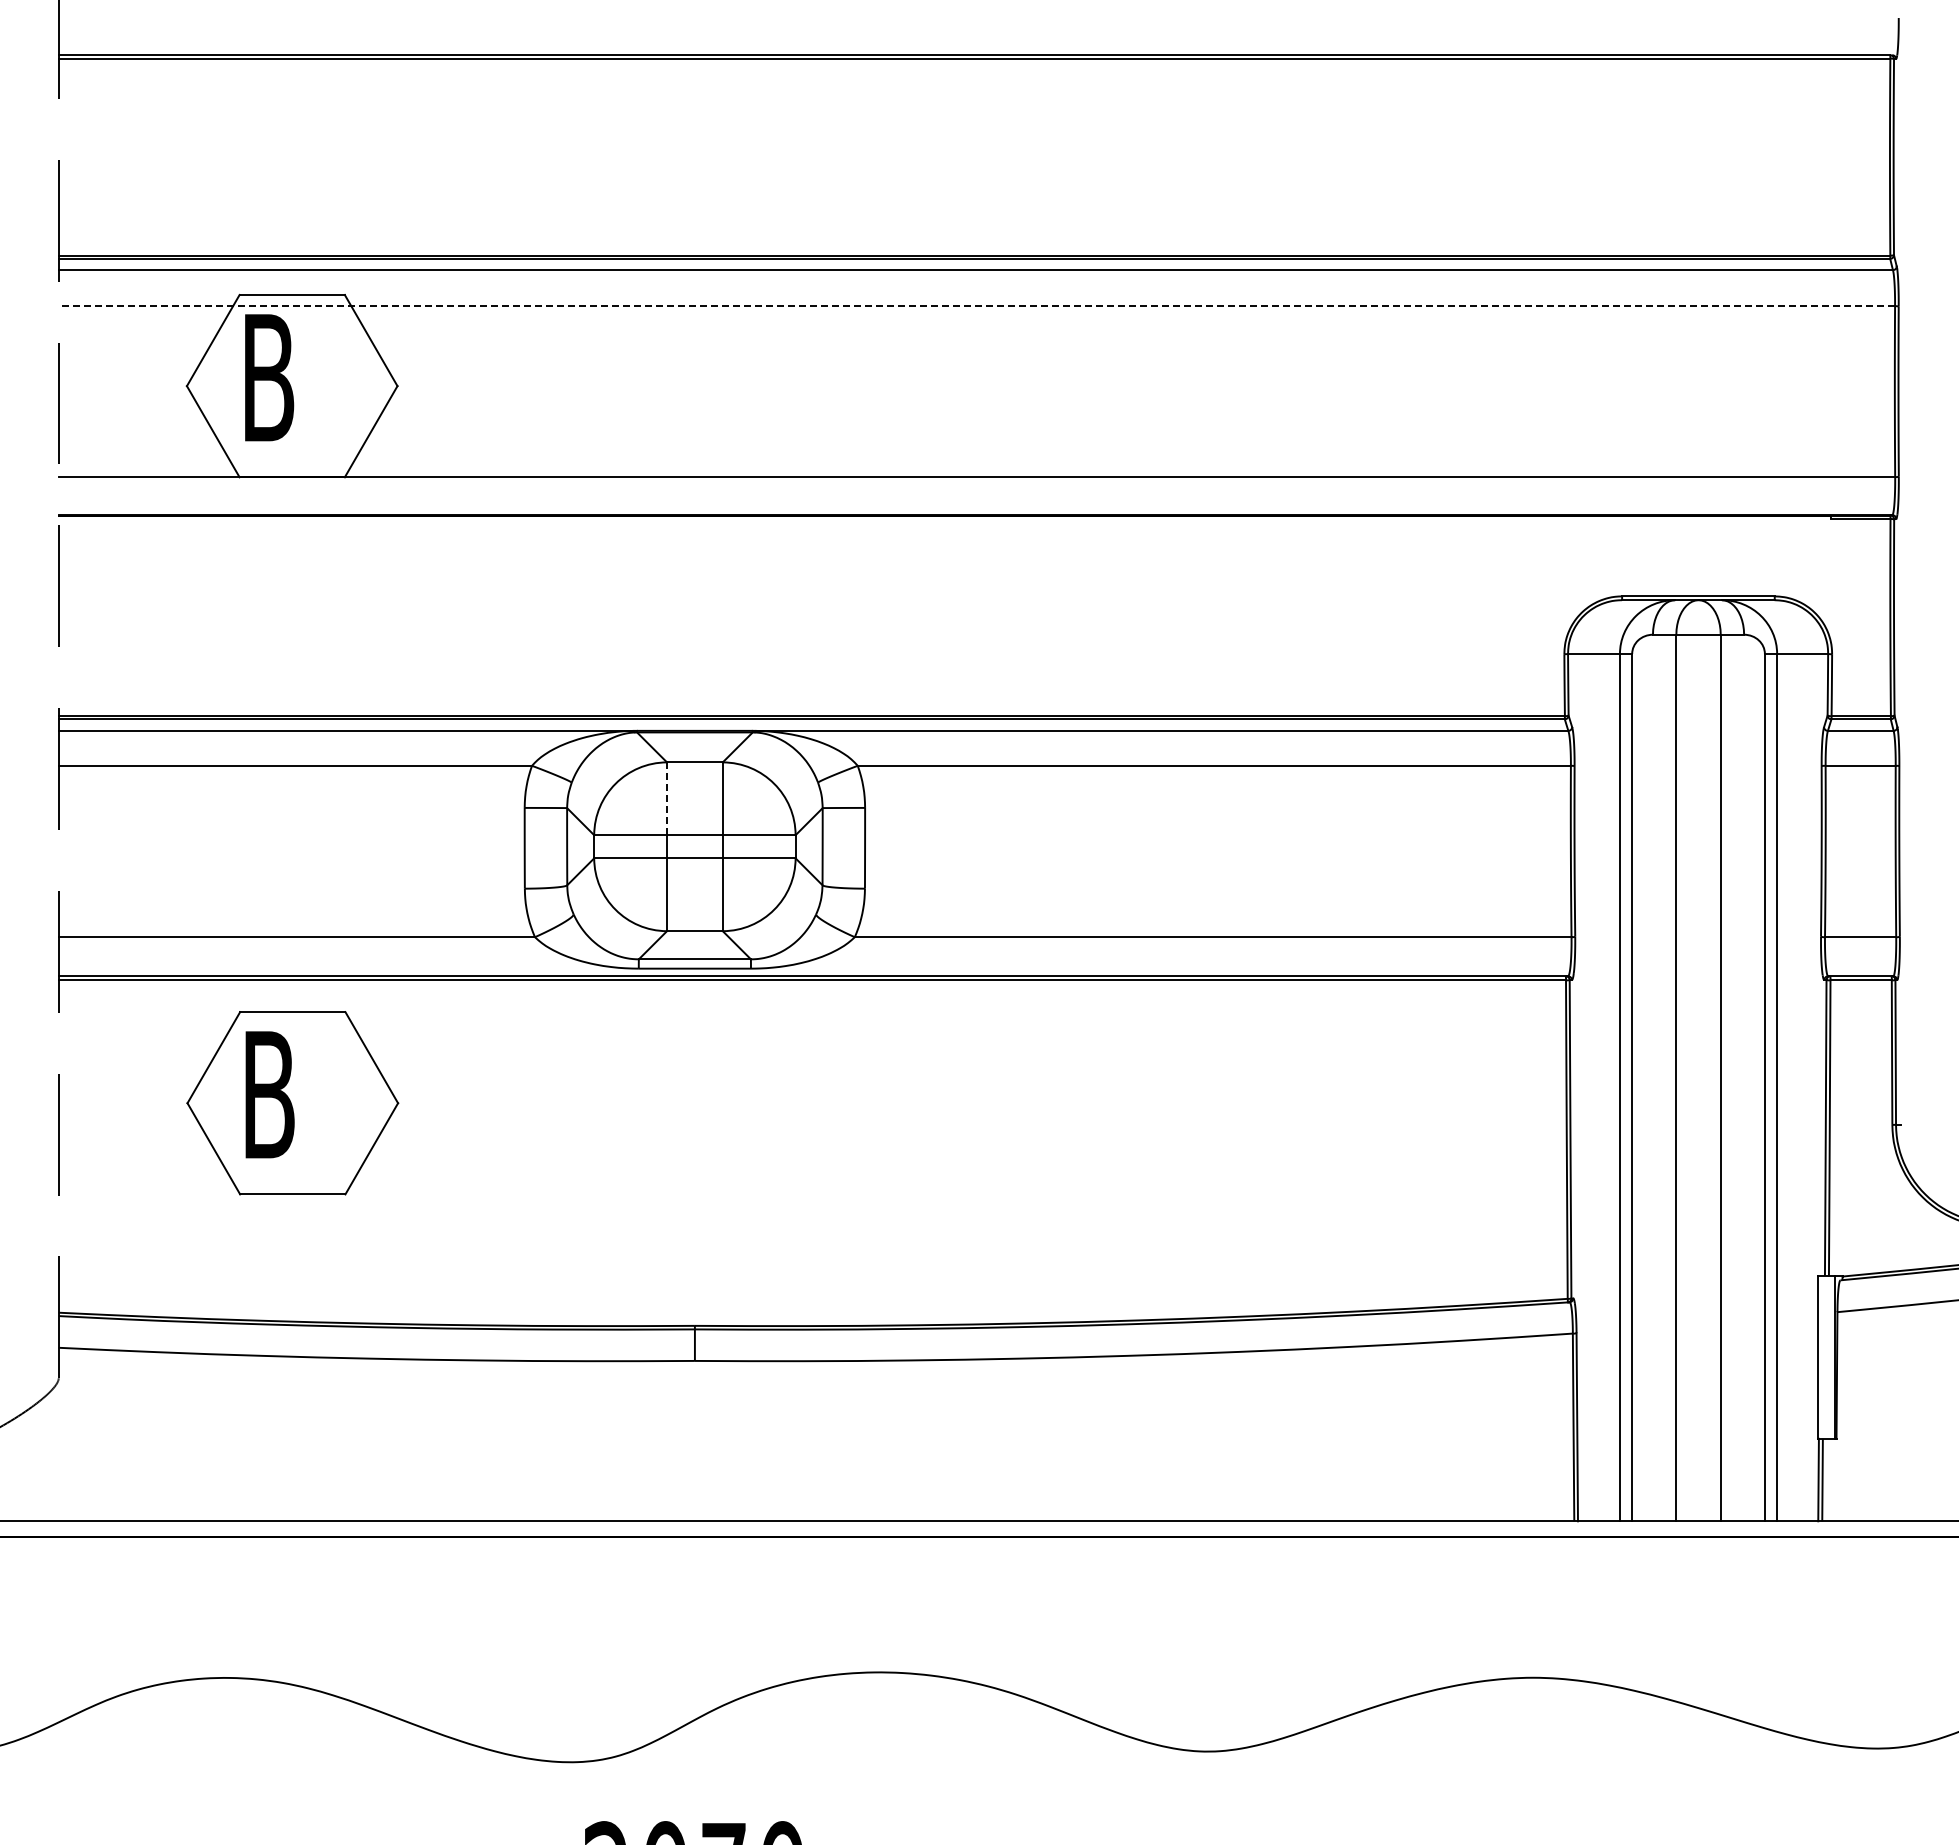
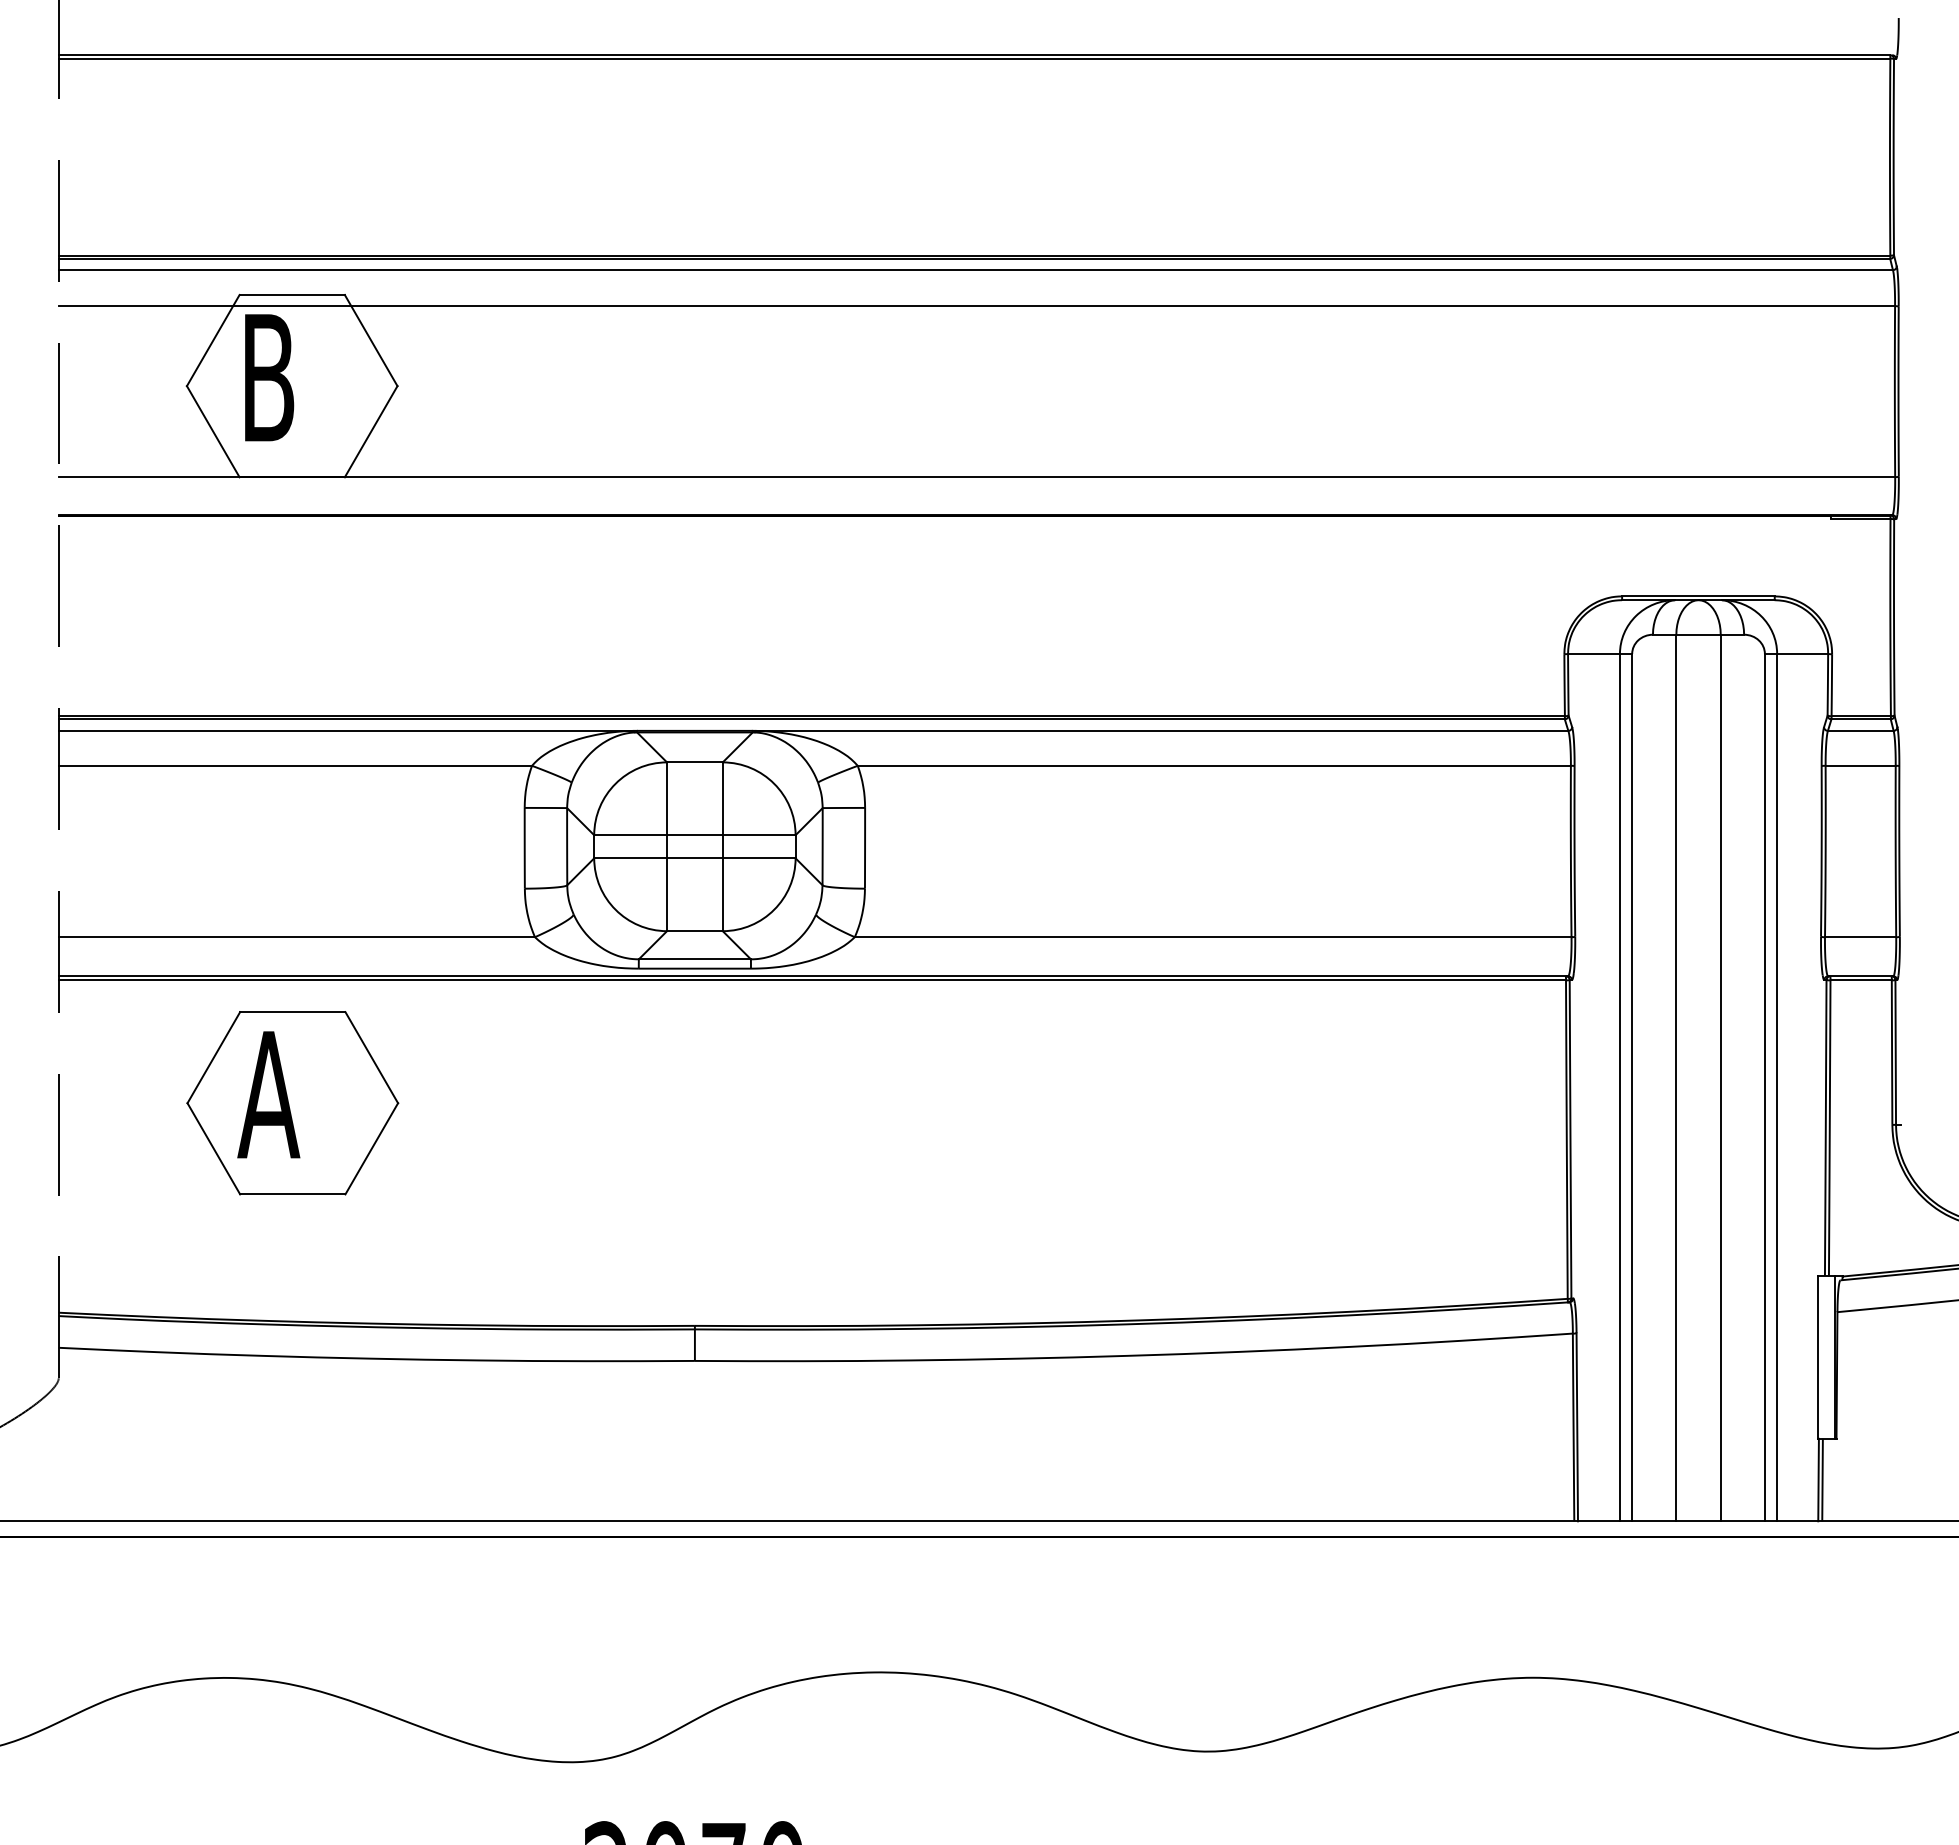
line at (976, 306): dashed -> solid
line at (667, 798): dashed -> solid
text at (268, 1094): B -> A
